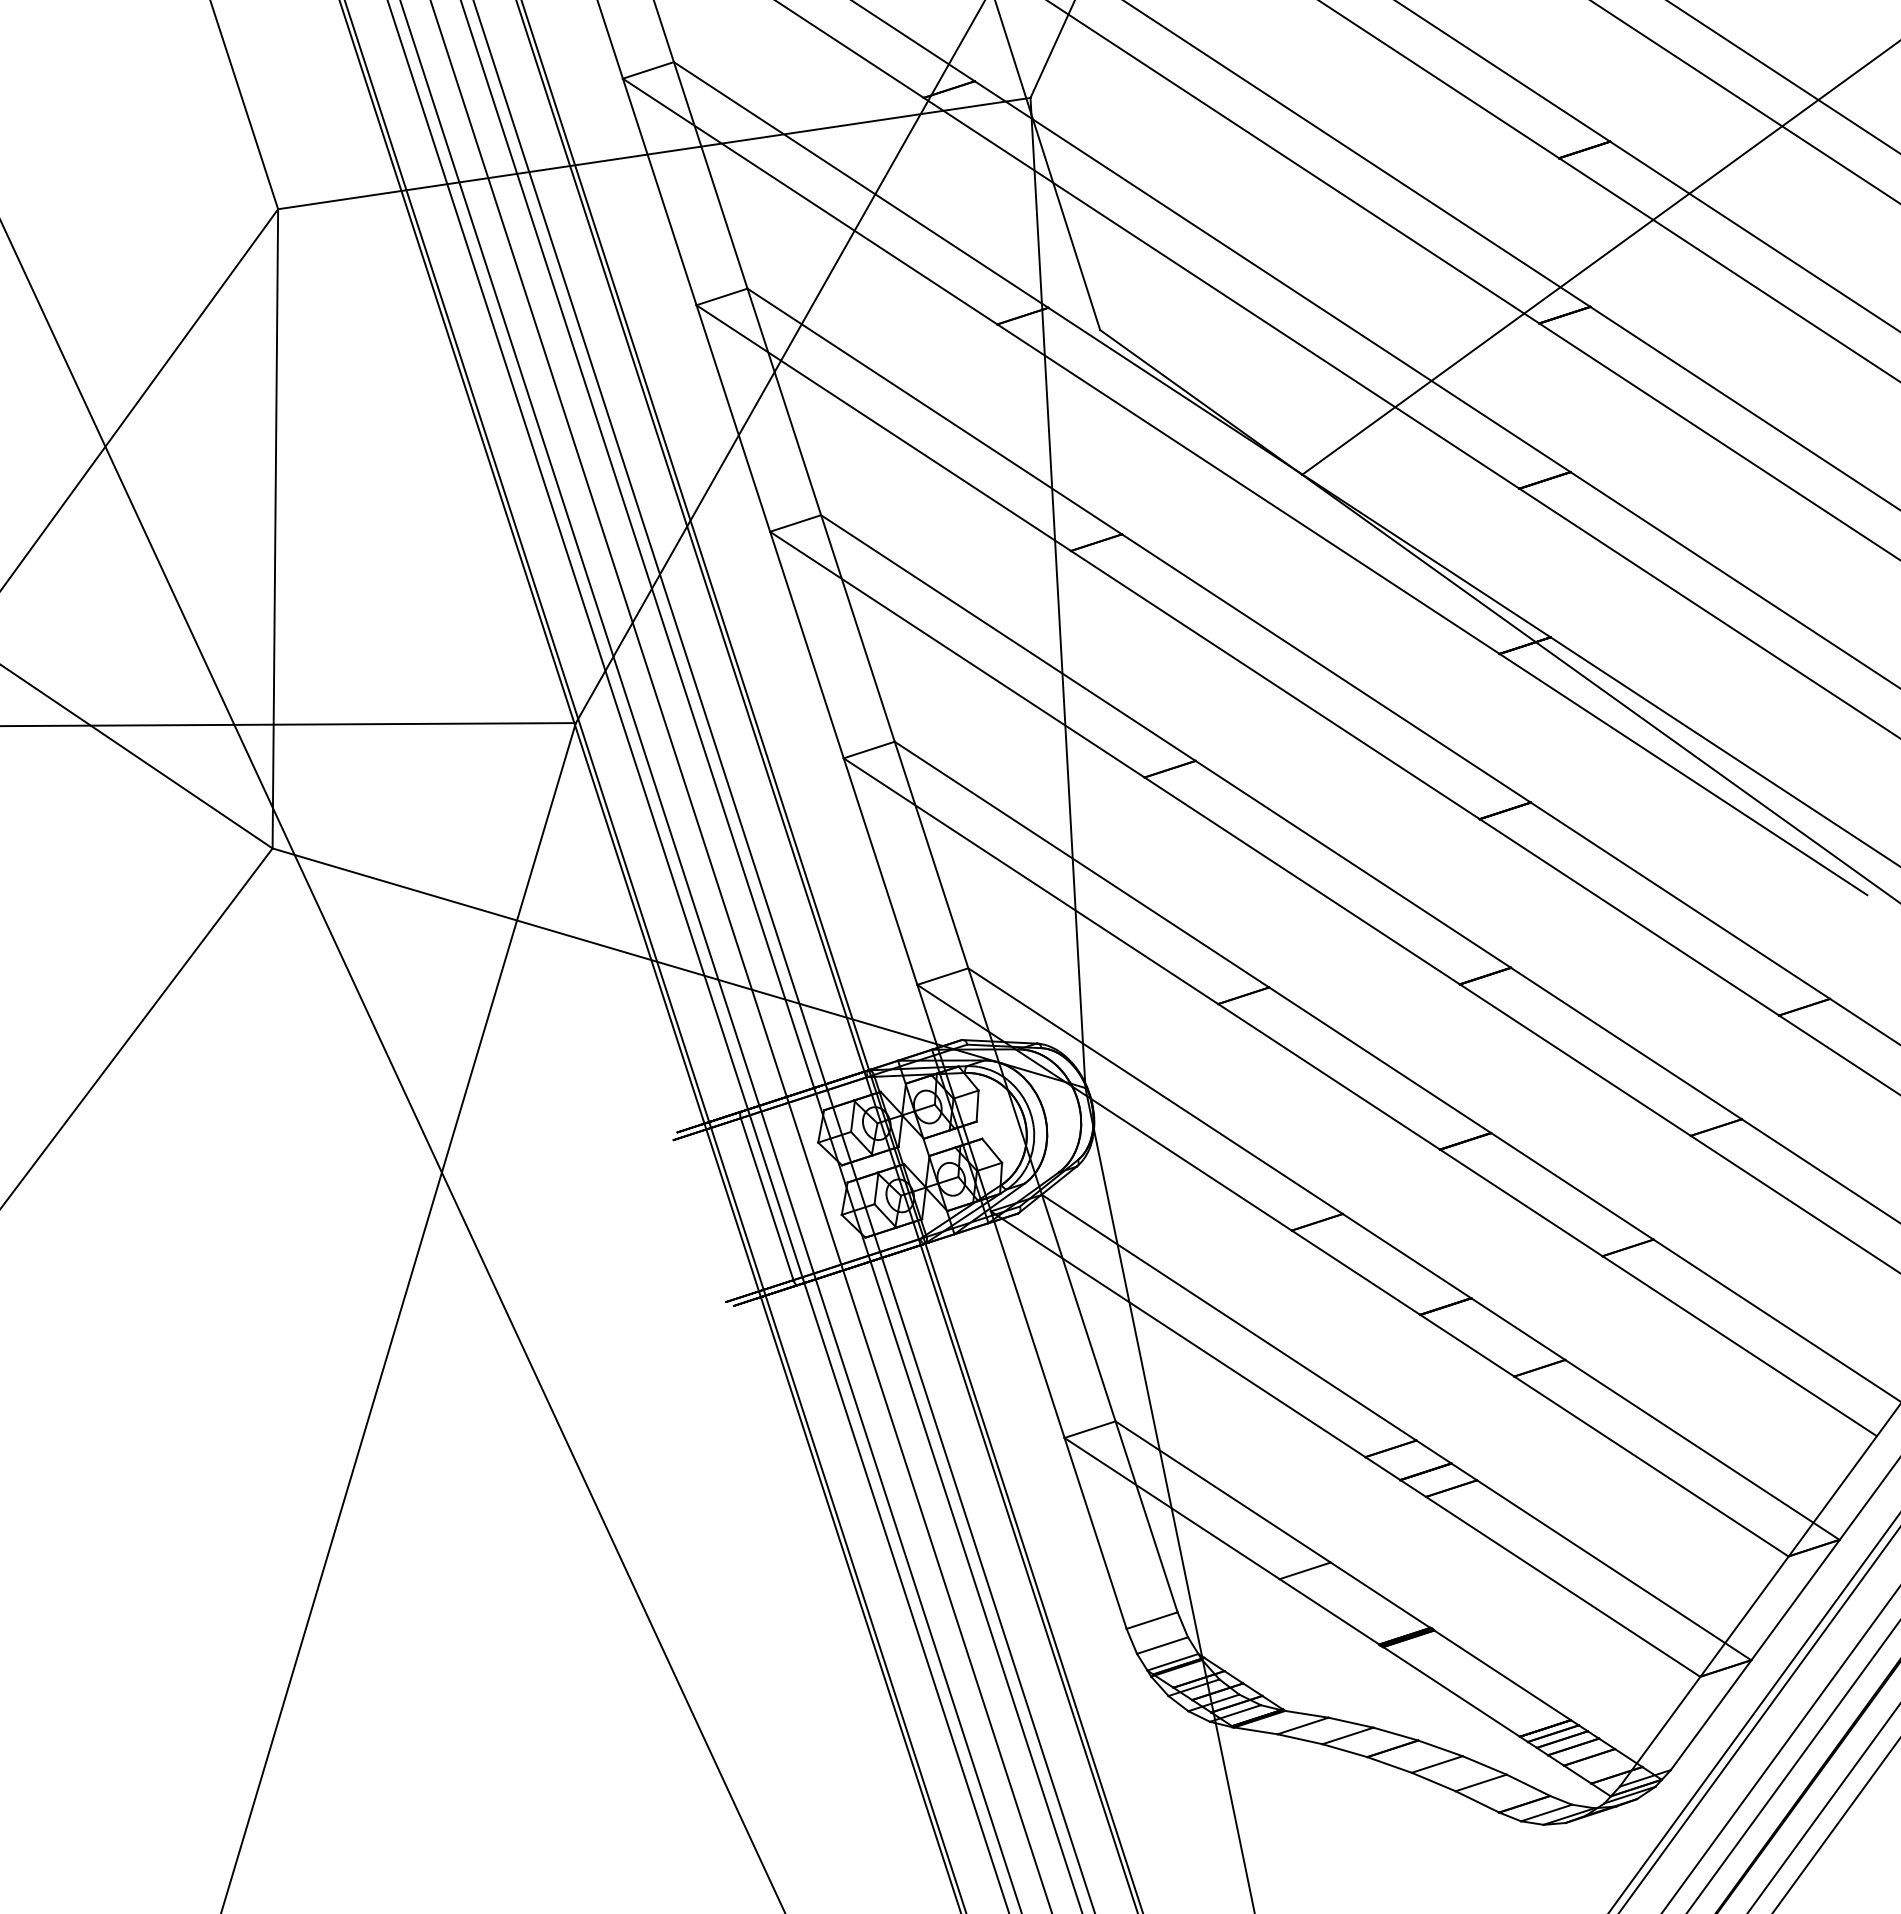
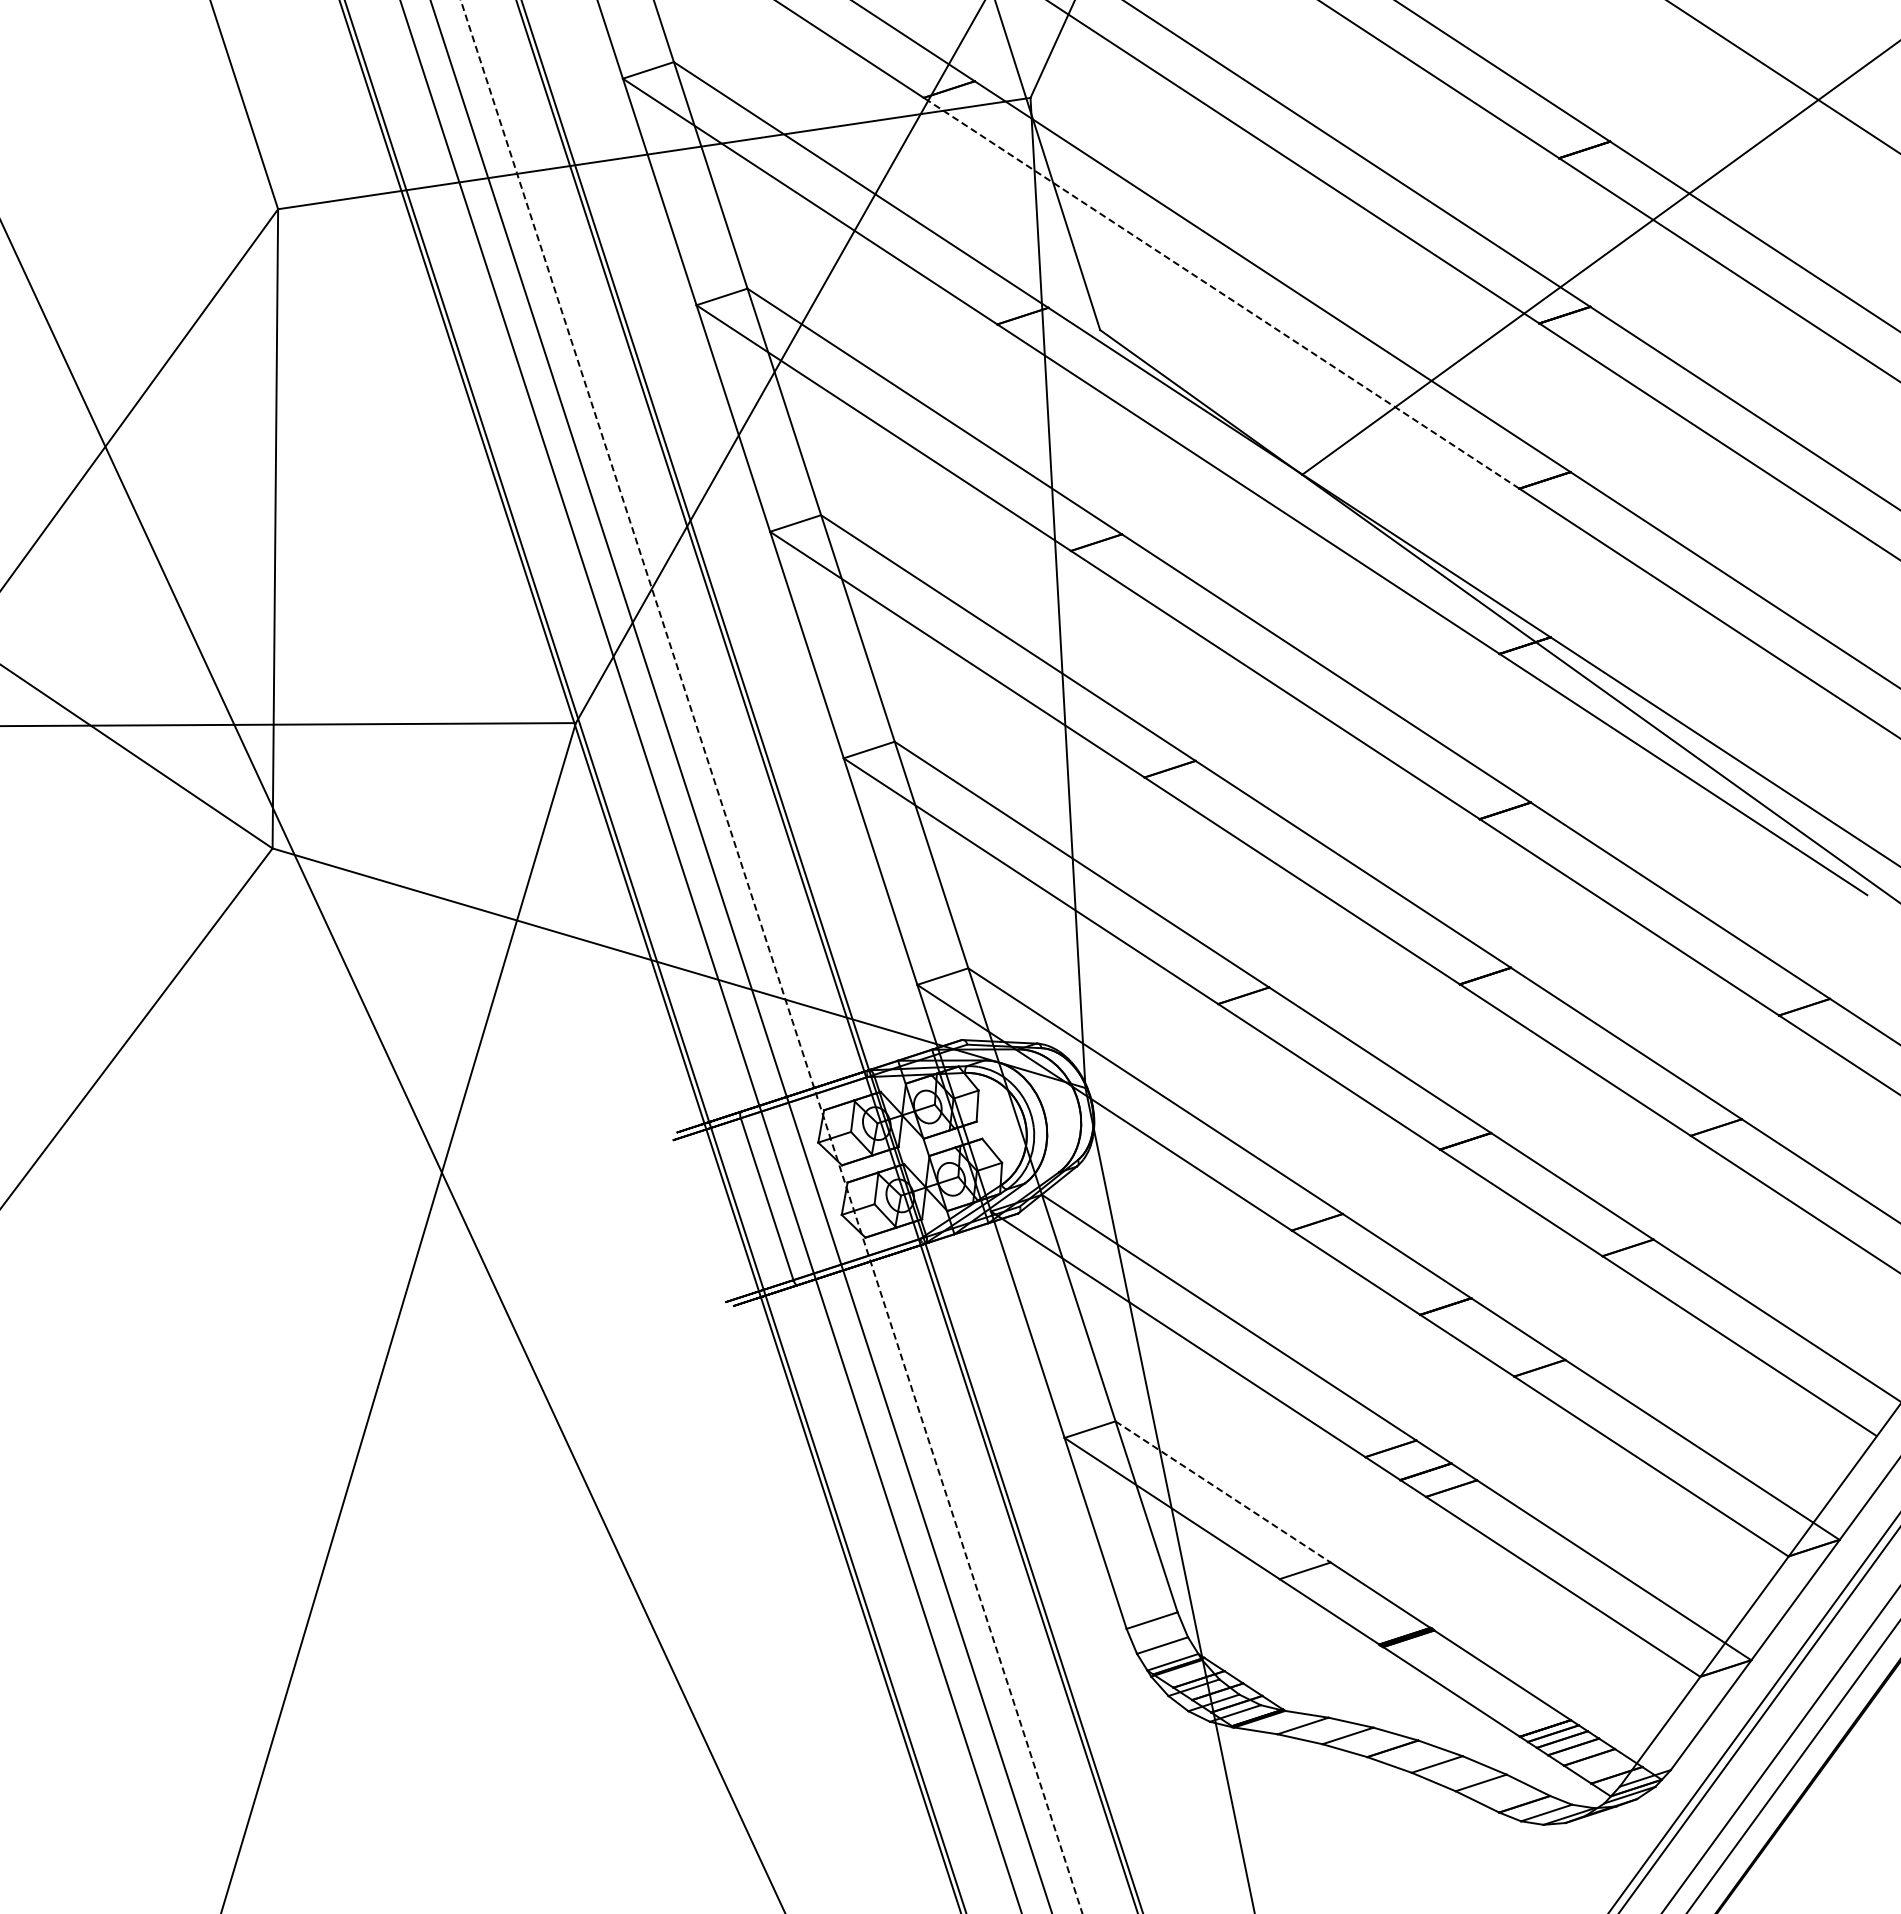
line at (1745, 101): present -> none
line at (1221, 293): solid -> dashed
line at (698, 956): present -> none
line at (783, 956): present -> none
line at (771, 957): solid -> dashed
line at (1223, 1491): solid -> dashed
line at (1823, 1808): present -> none
line at (1835, 1825): present -> none
